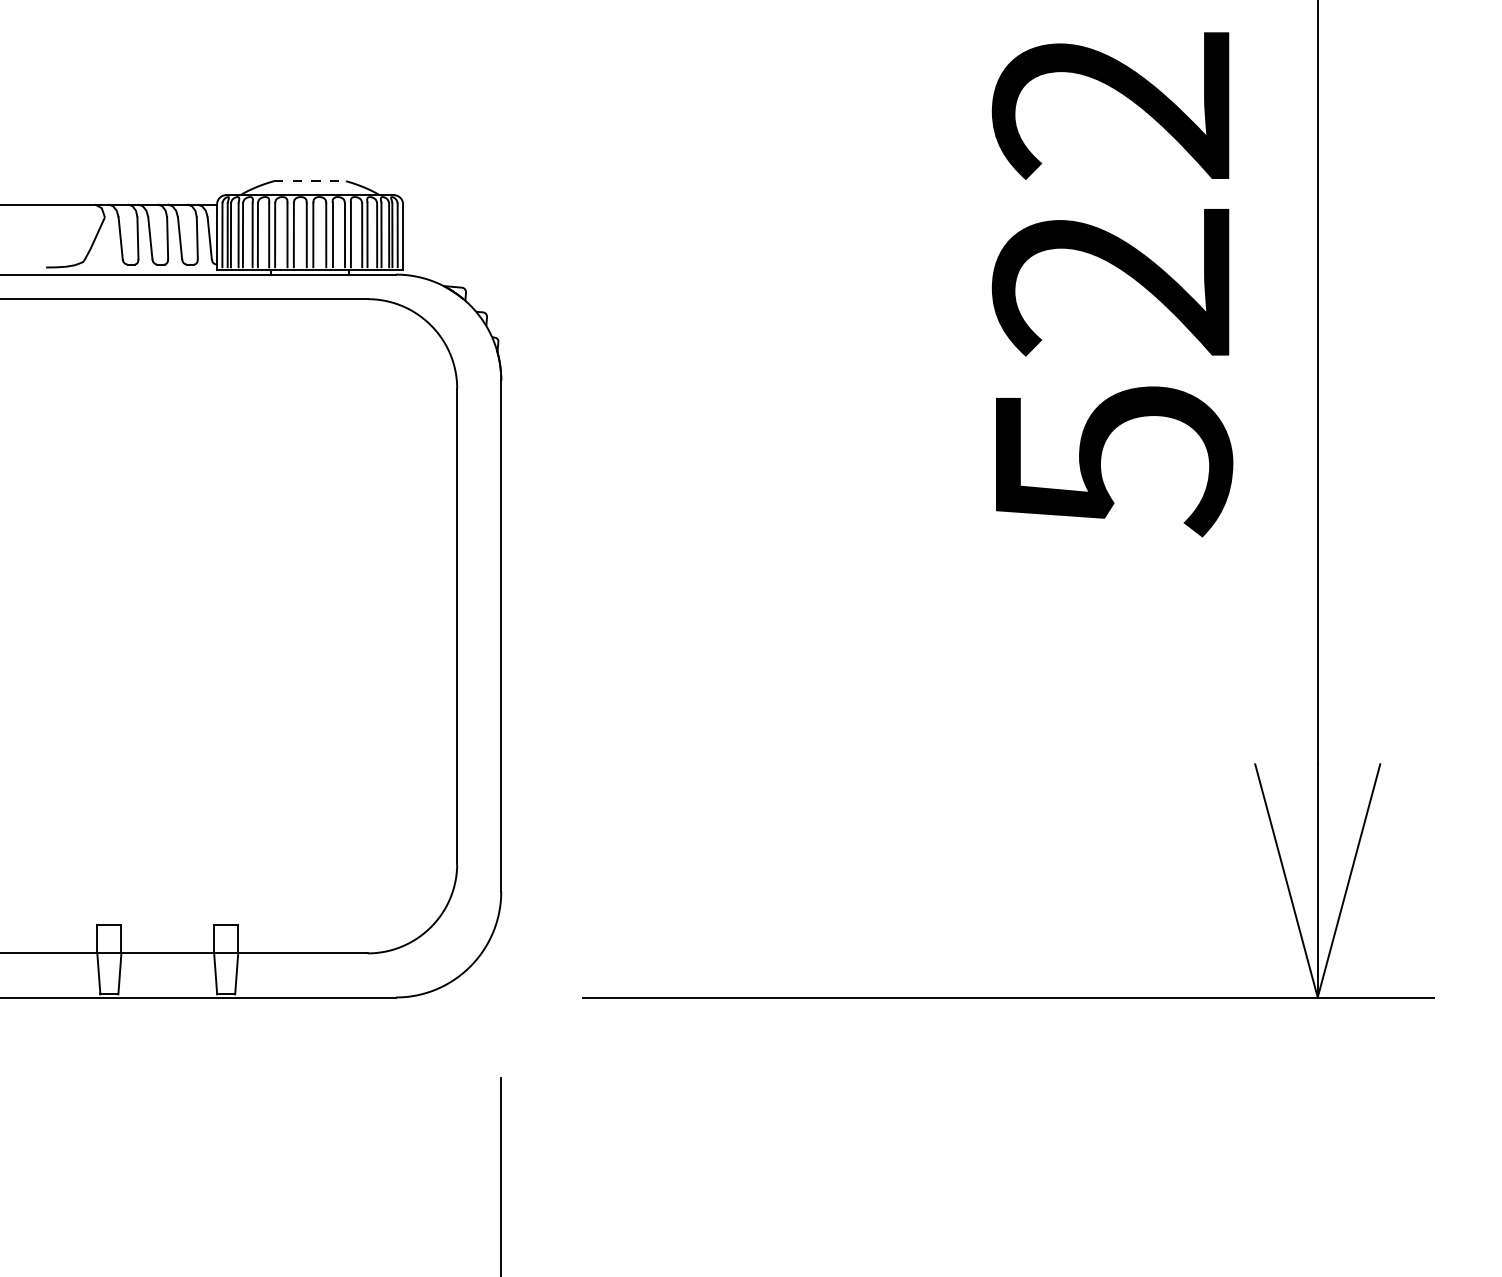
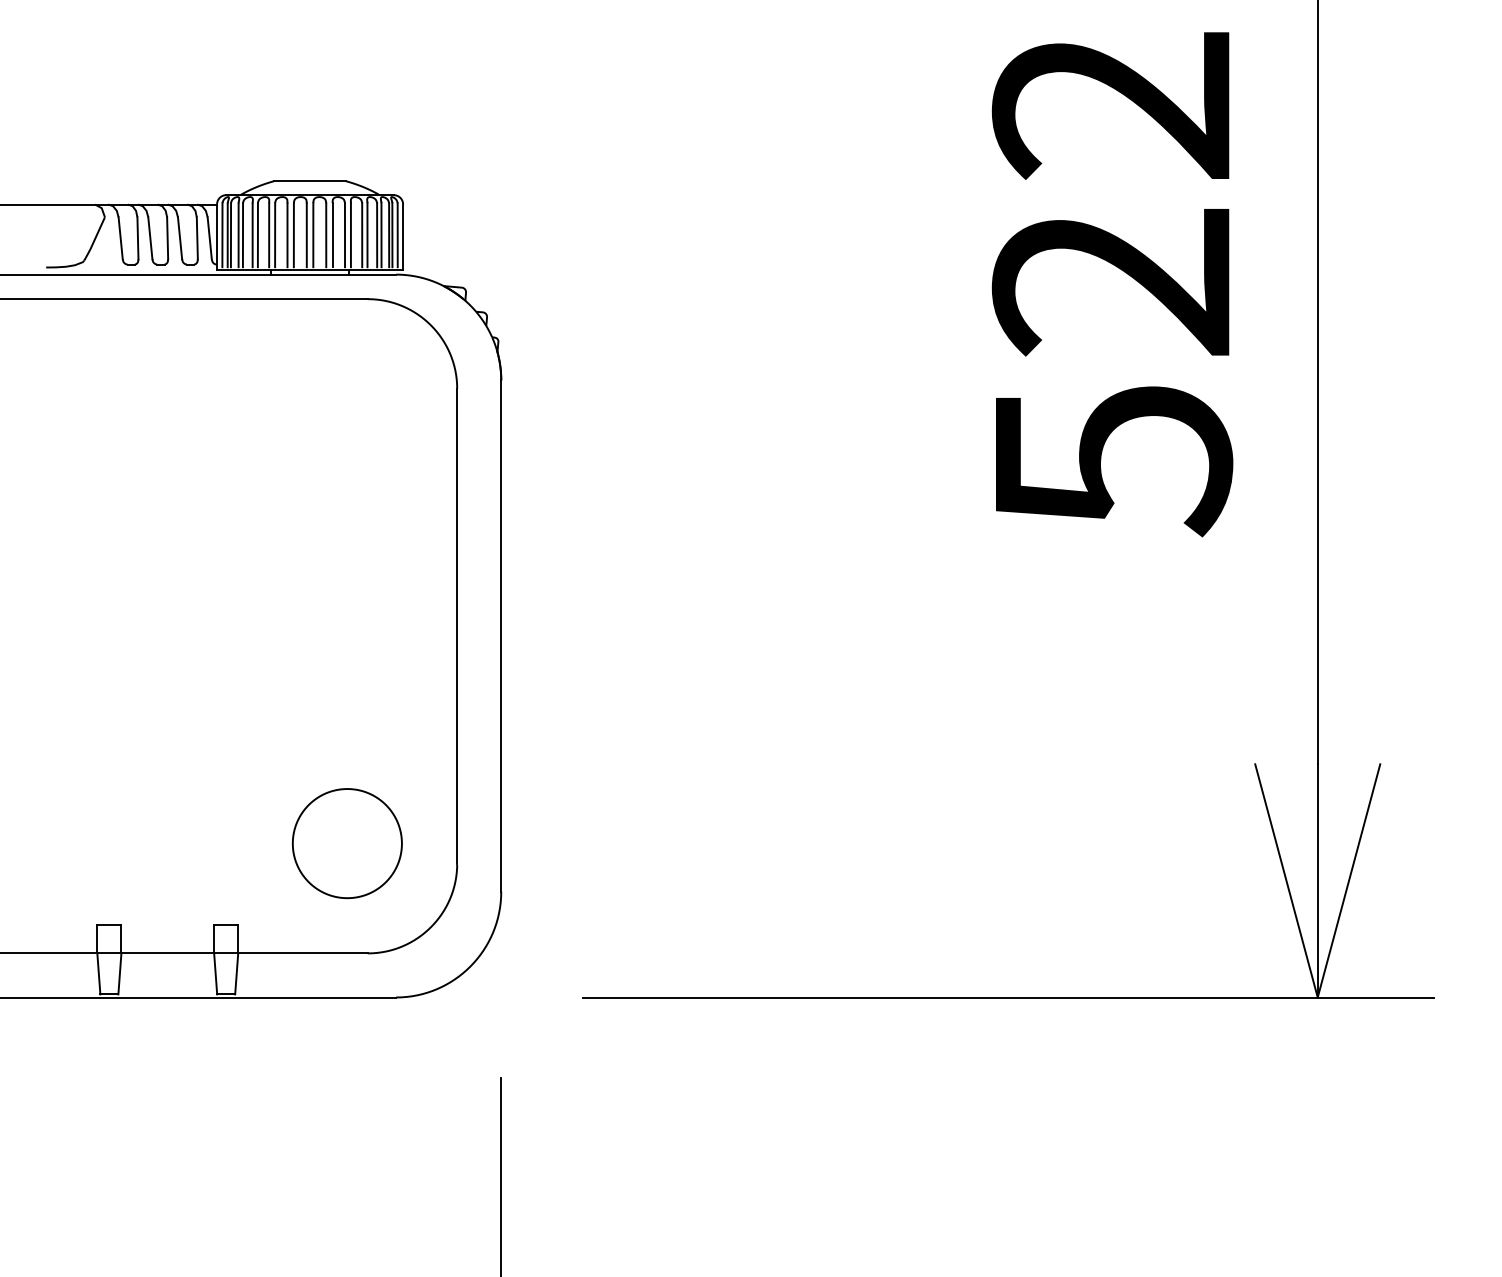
line at (310, 181): dashed -> solid
part at (346, 843): none -> present
